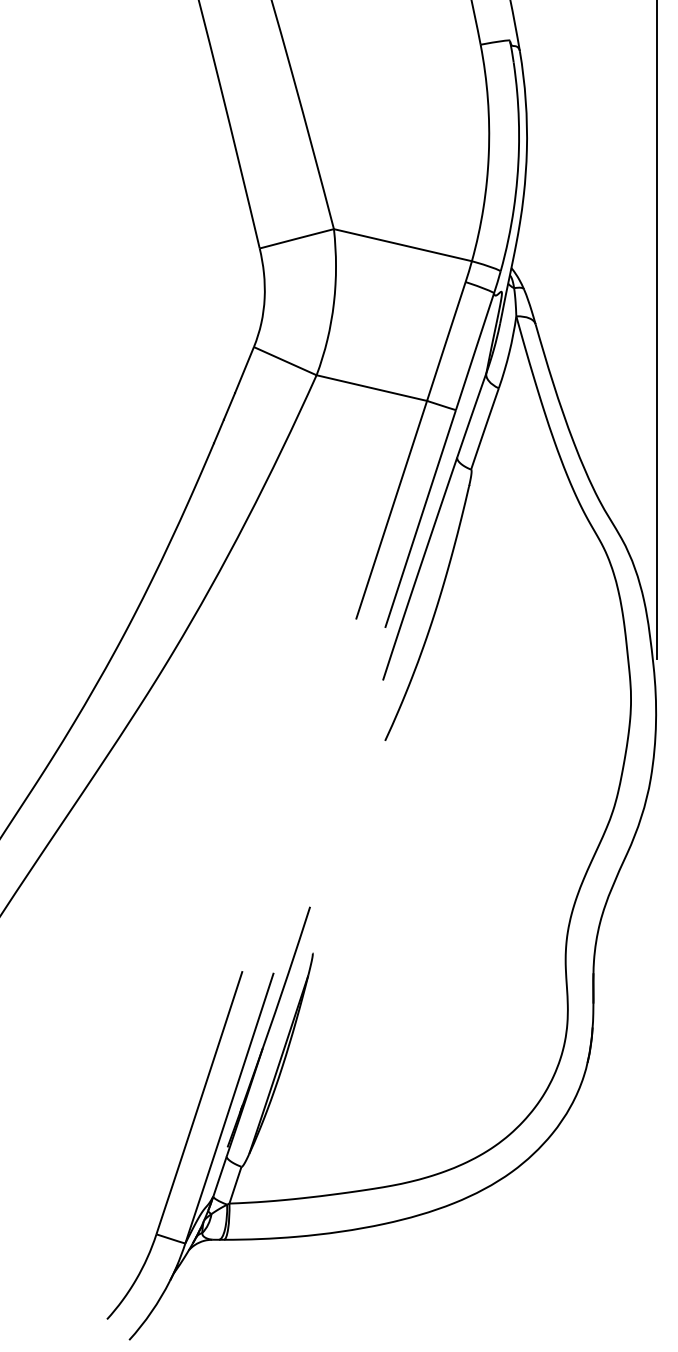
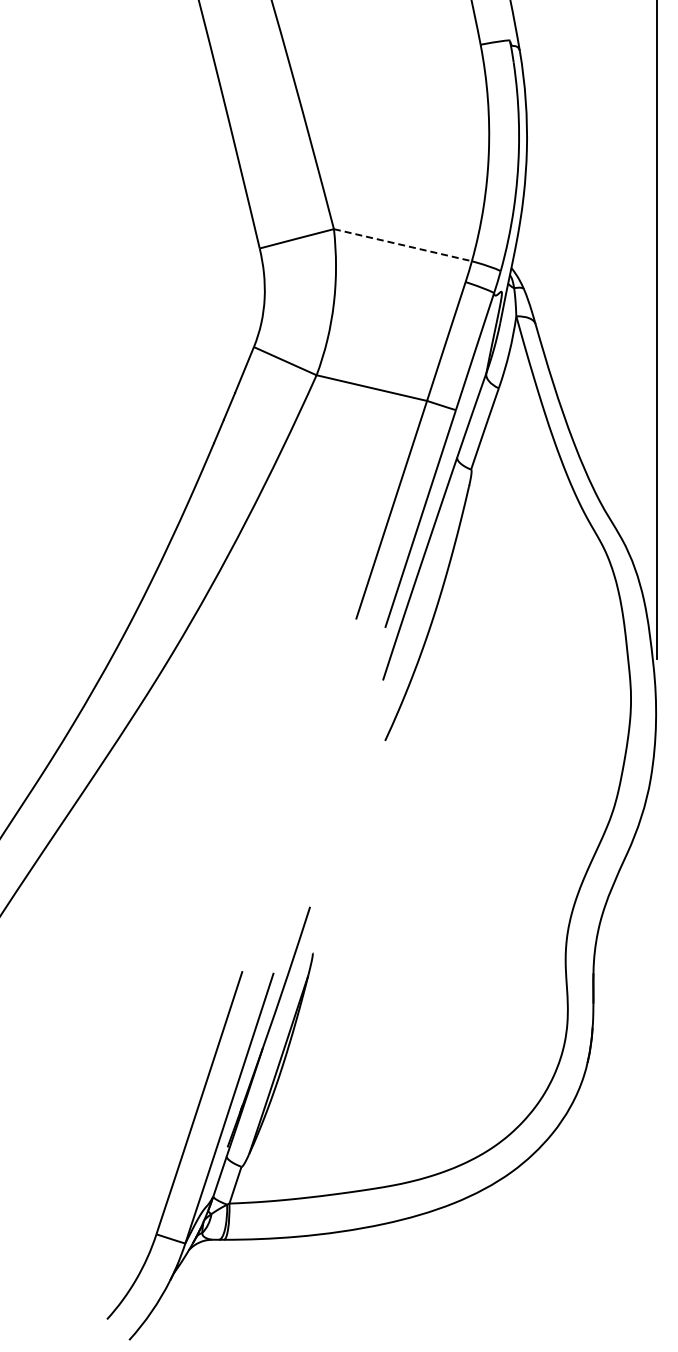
line at (402, 245): solid -> dashed
